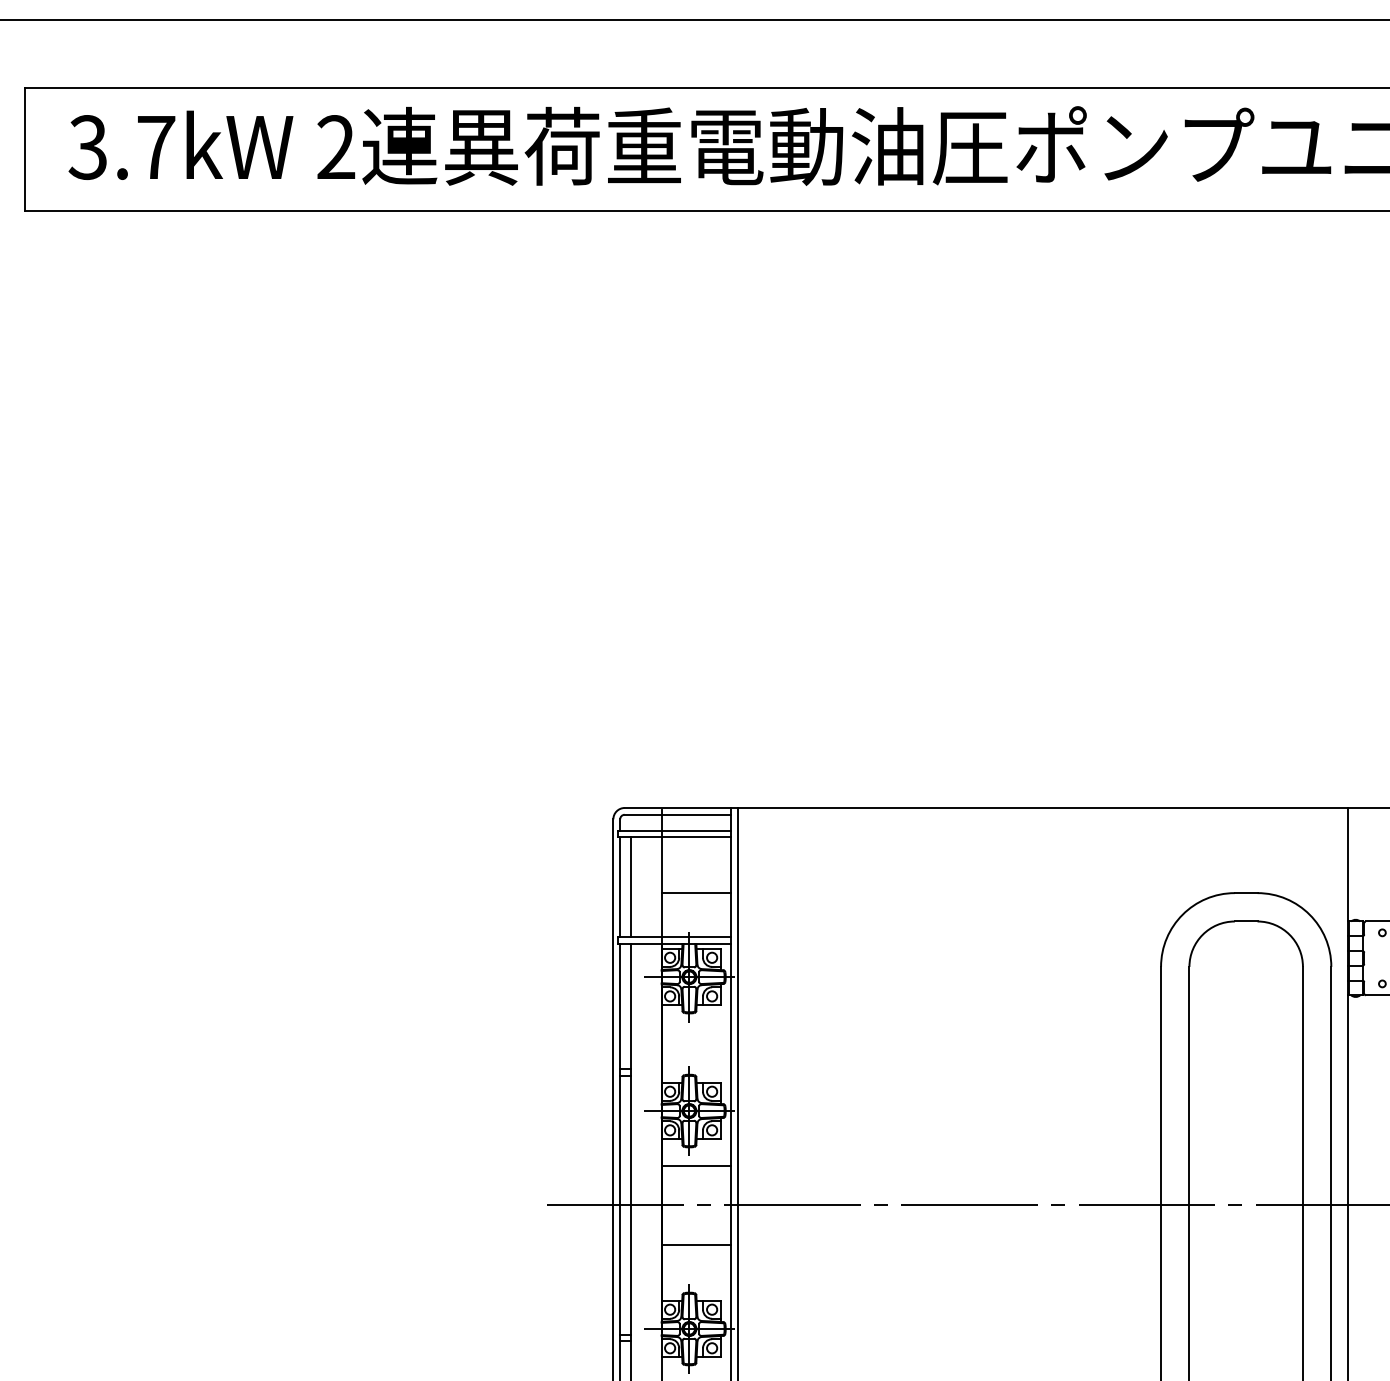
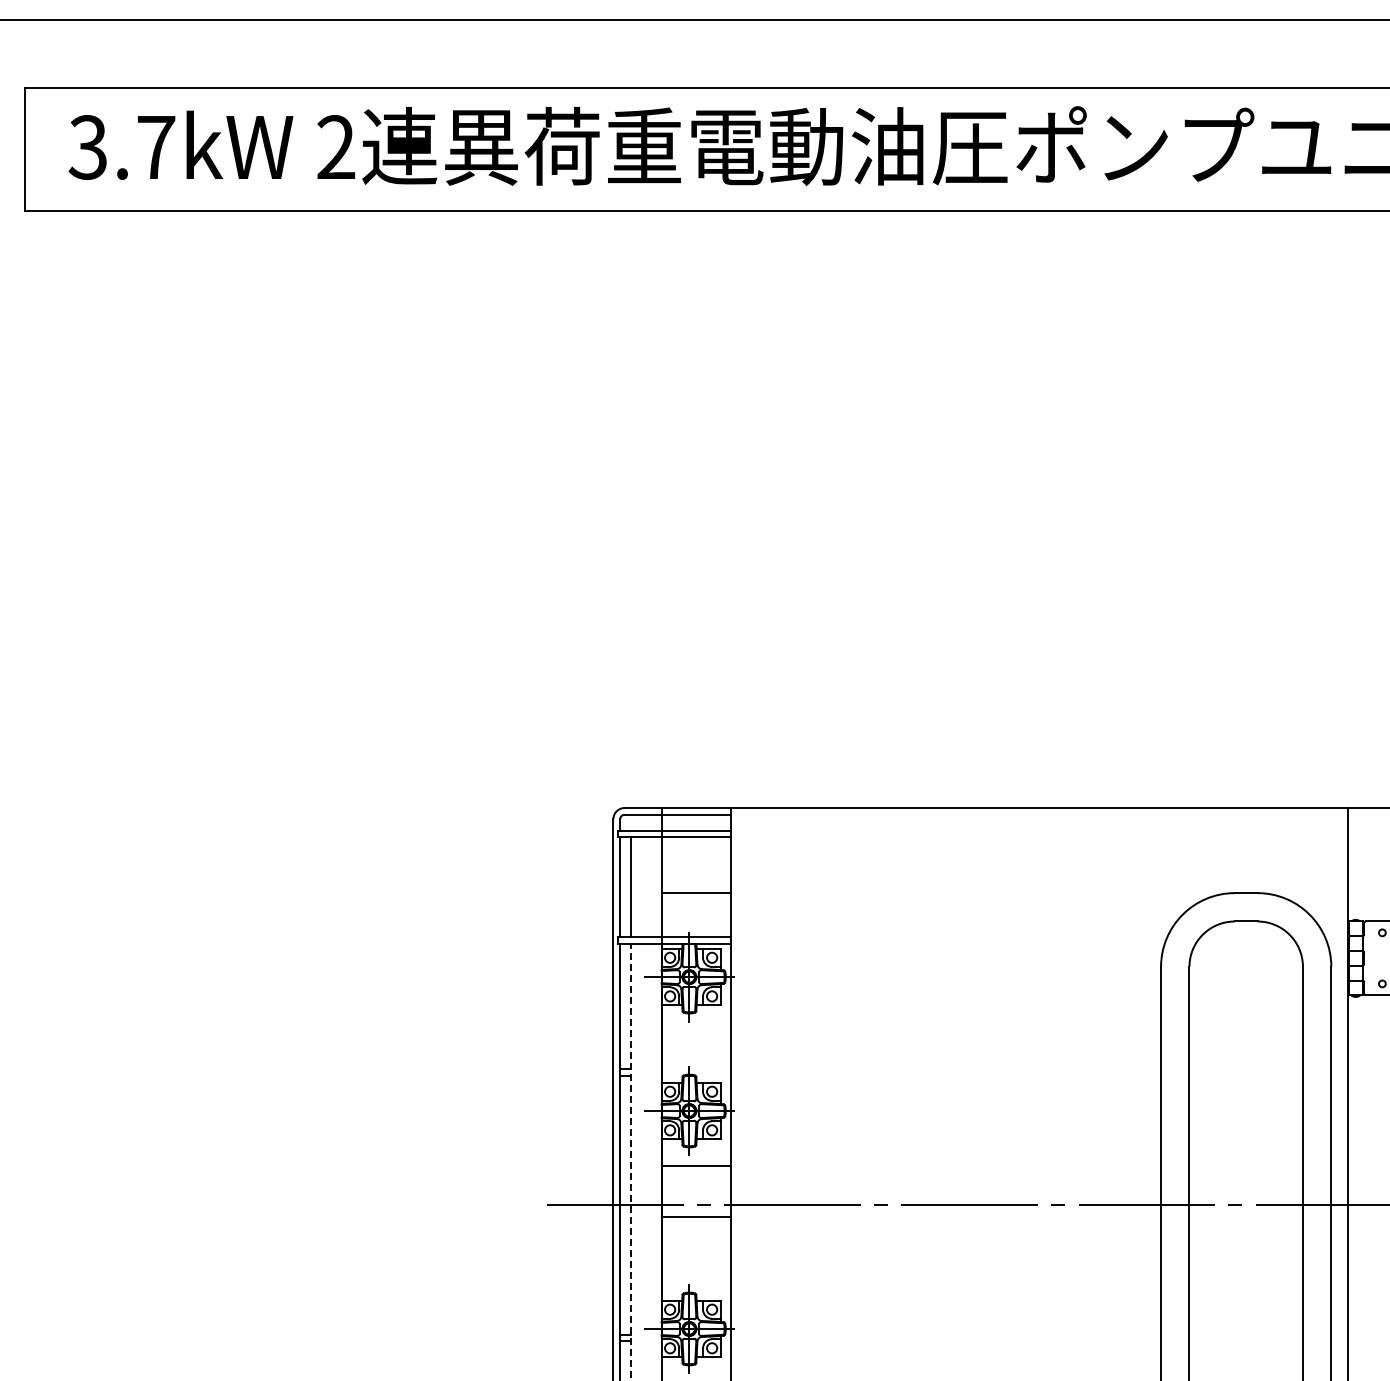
line at (738, 1092): present -> none
line at (630, 1161): solid -> dashed
line at (696, 1245) position: (696, 1245) -> (696, 1217)
